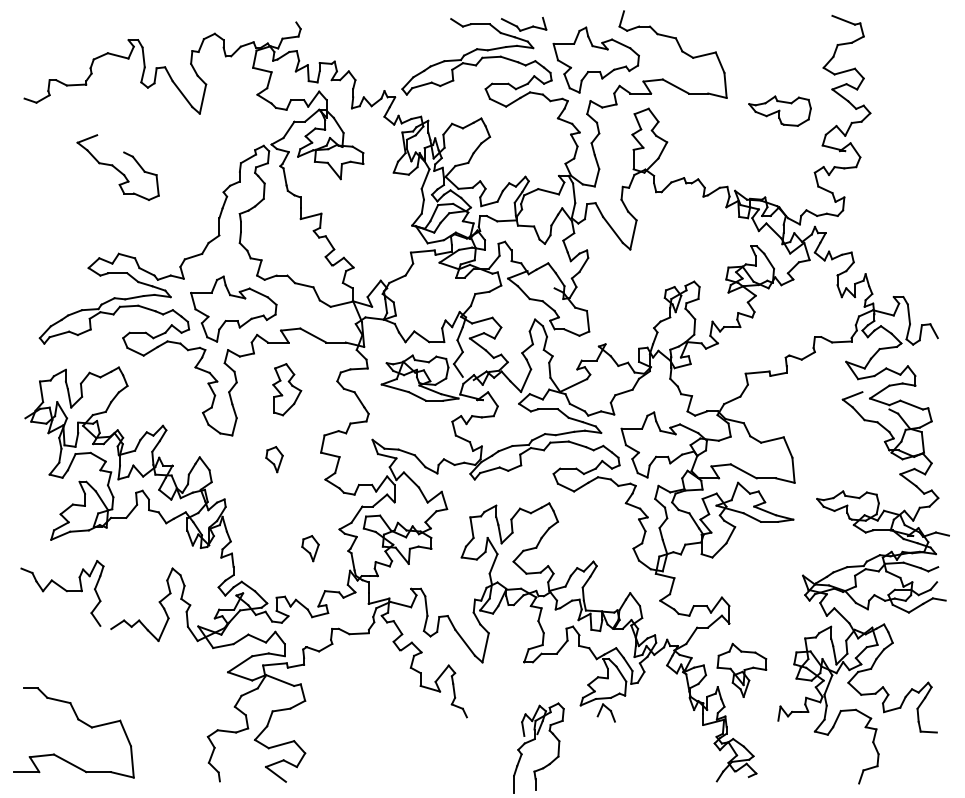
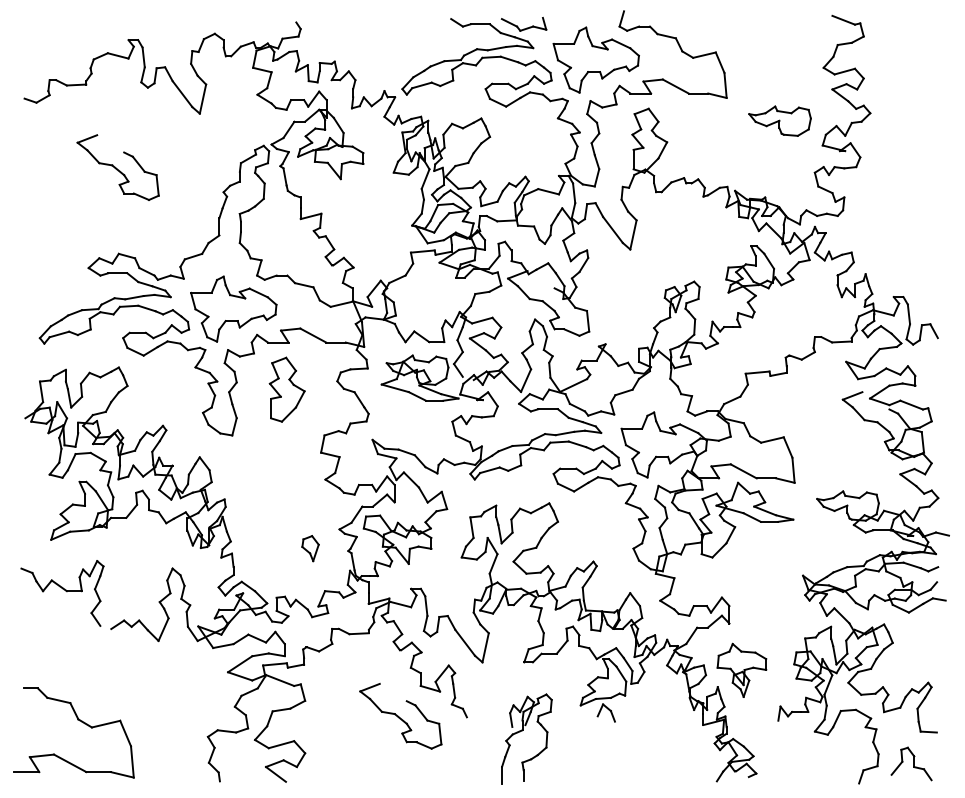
part at (779, 110) position: (779, 110) -> (779, 120)
part at (287, 389) size: 31x54 px -> 38x67 px
part at (274, 459): present -> none
part at (400, 716): none -> present
part at (534, 740) position: (534, 740) -> (522, 731)
part at (911, 763): none -> present
